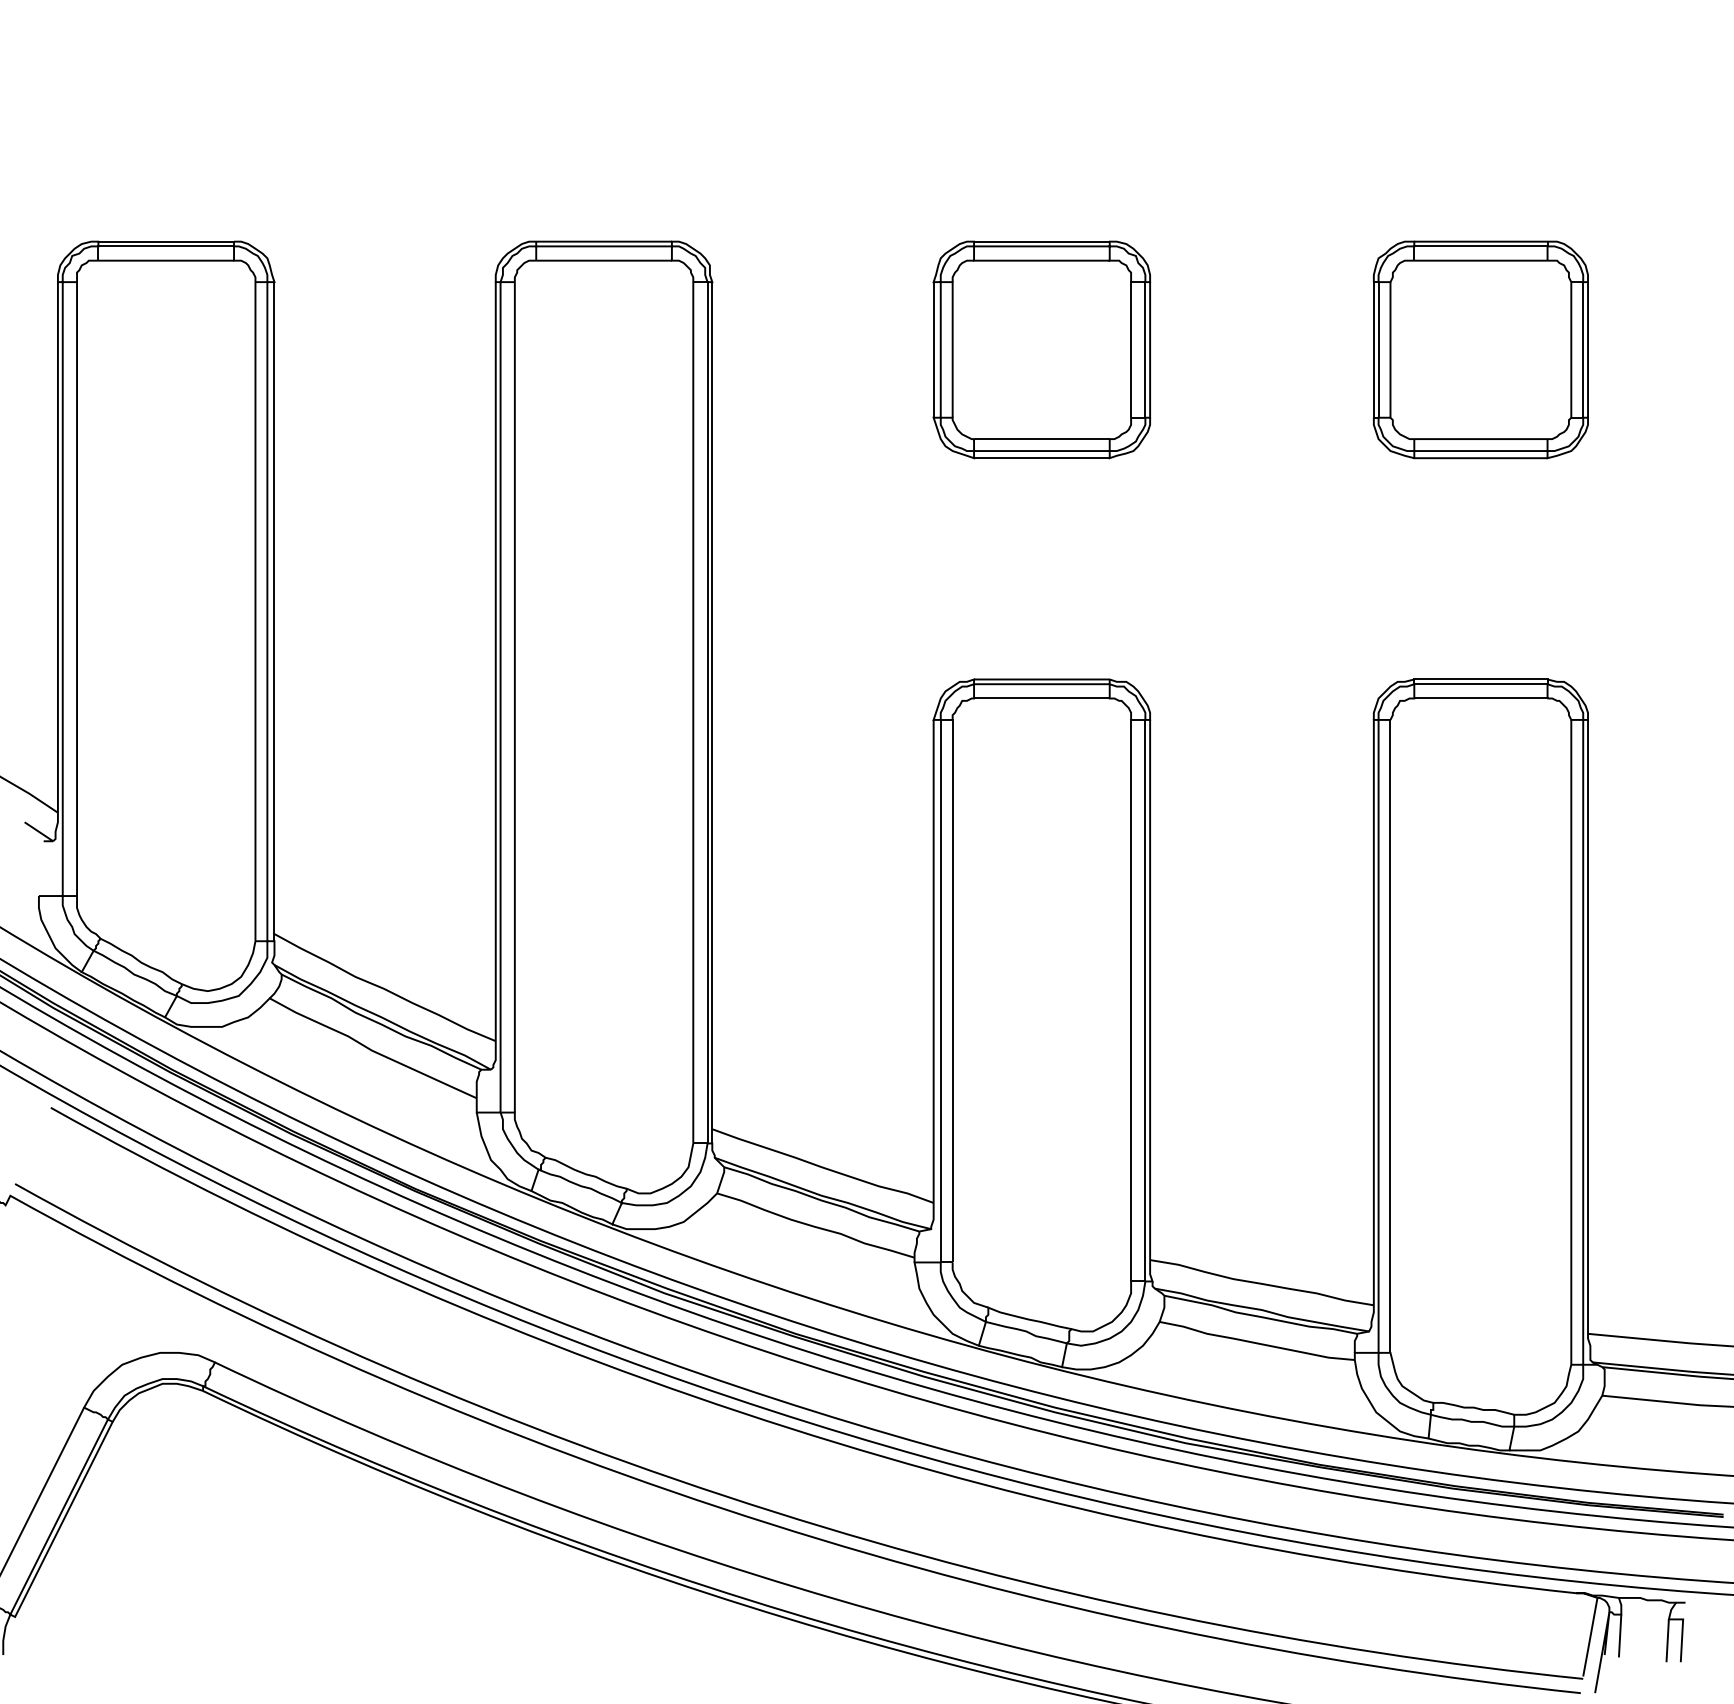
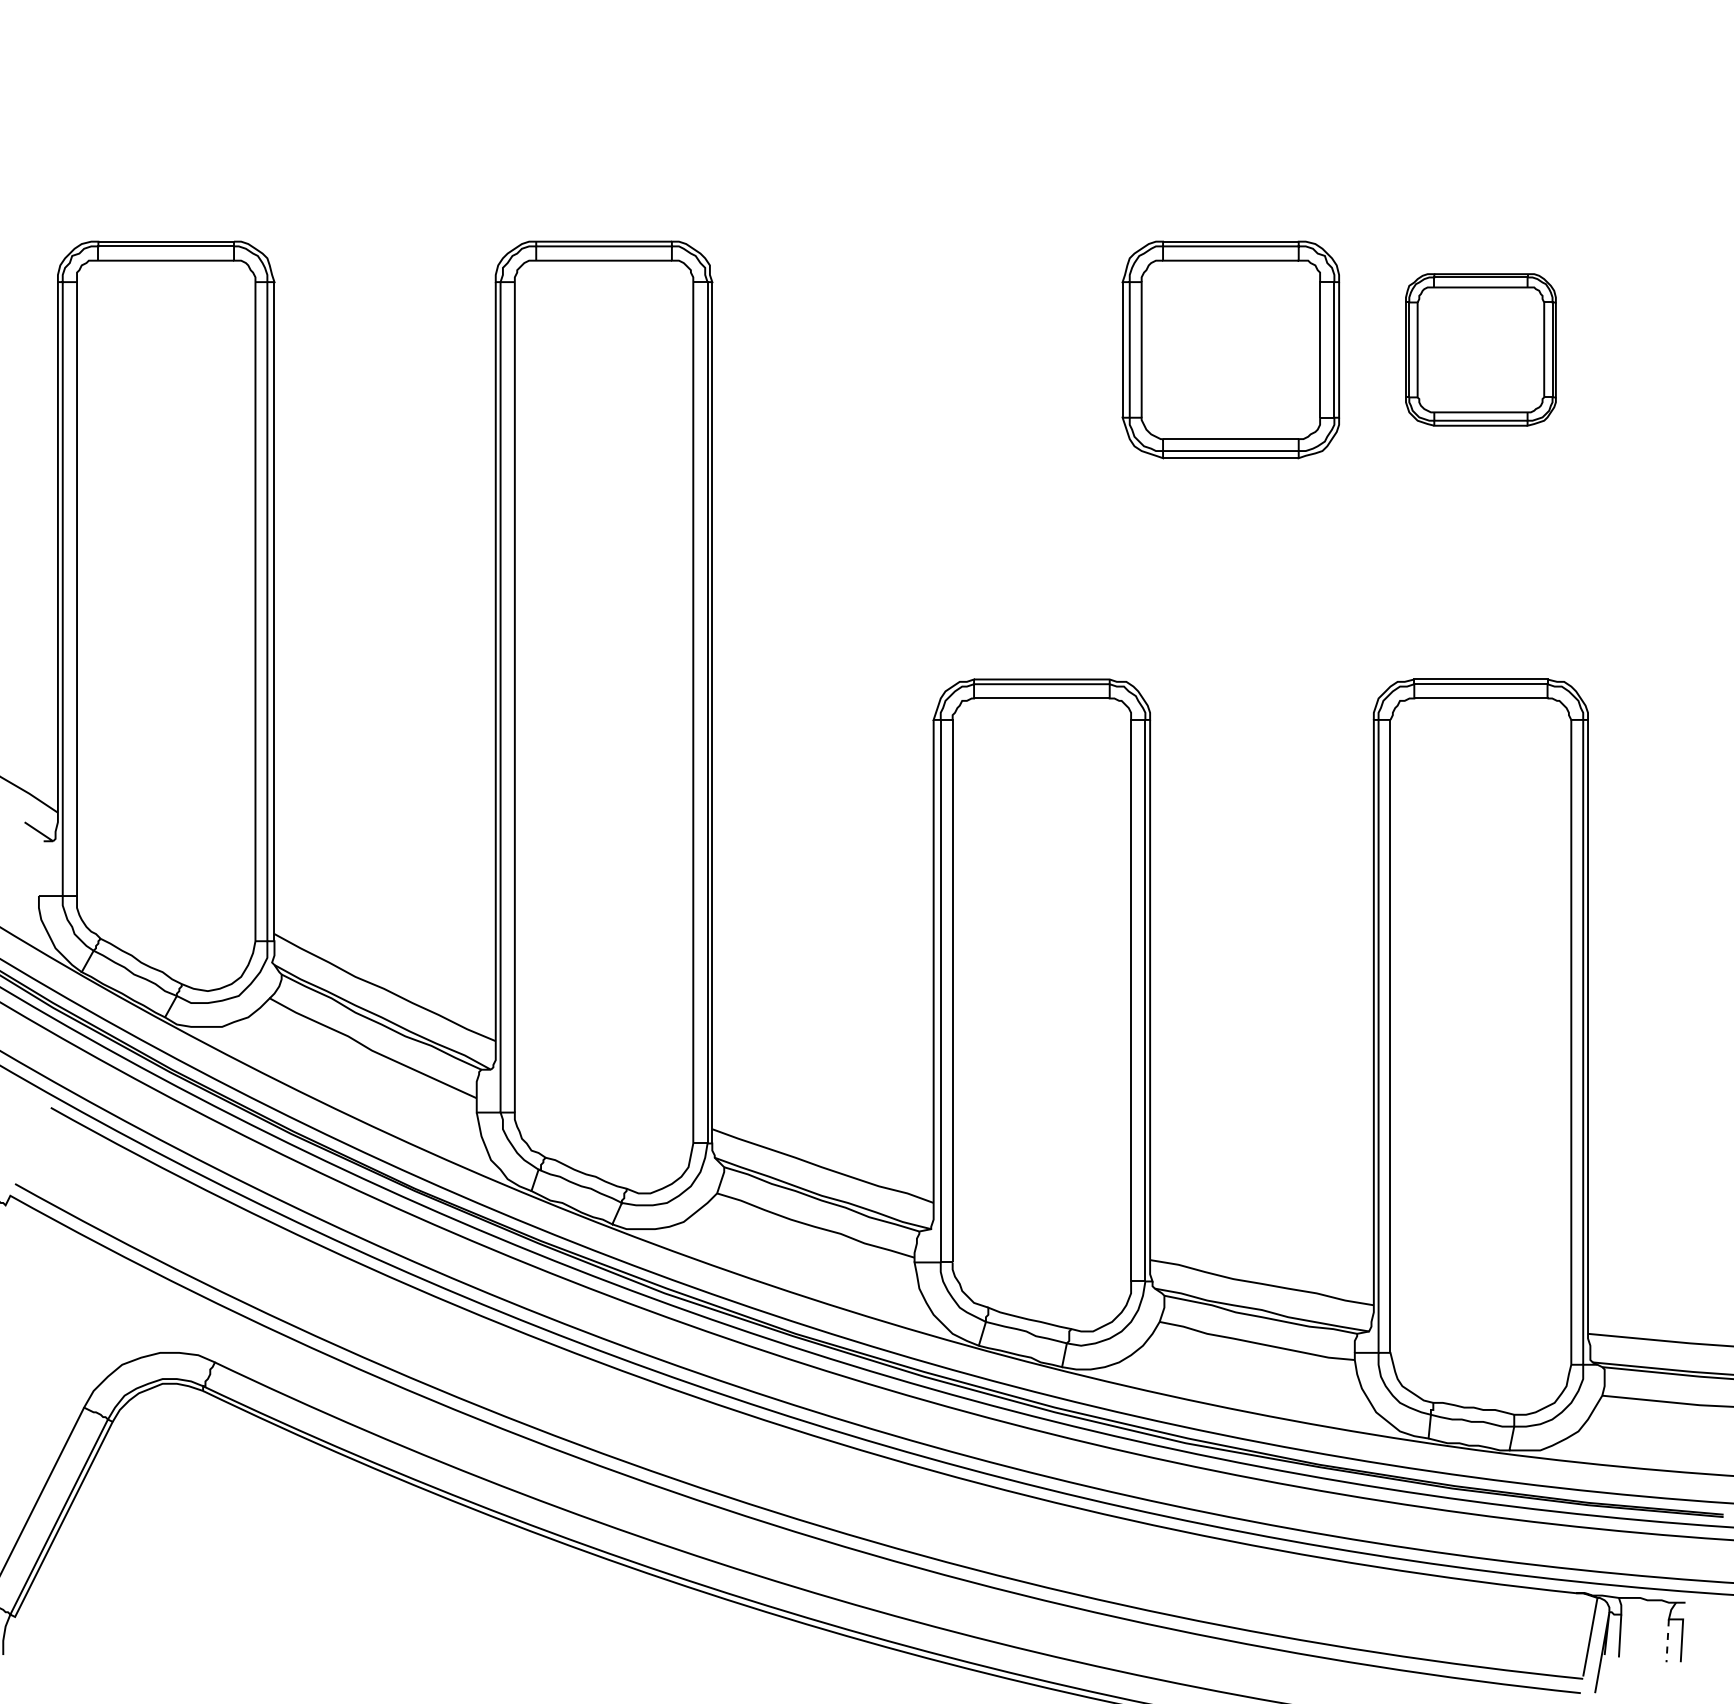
part at (1041, 349) position: (1041, 349) -> (1230, 349)
part at (1480, 349) size: 216x220 px -> 152x154 px
line at (1667, 1641): solid -> dashed
